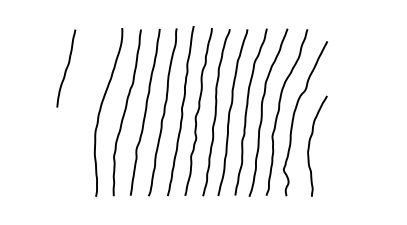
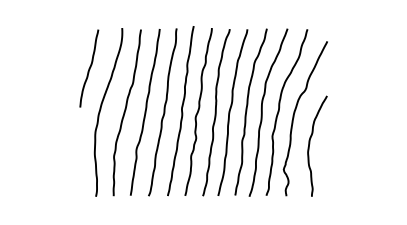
curve at (66, 68) position: (66, 68) -> (89, 68)
